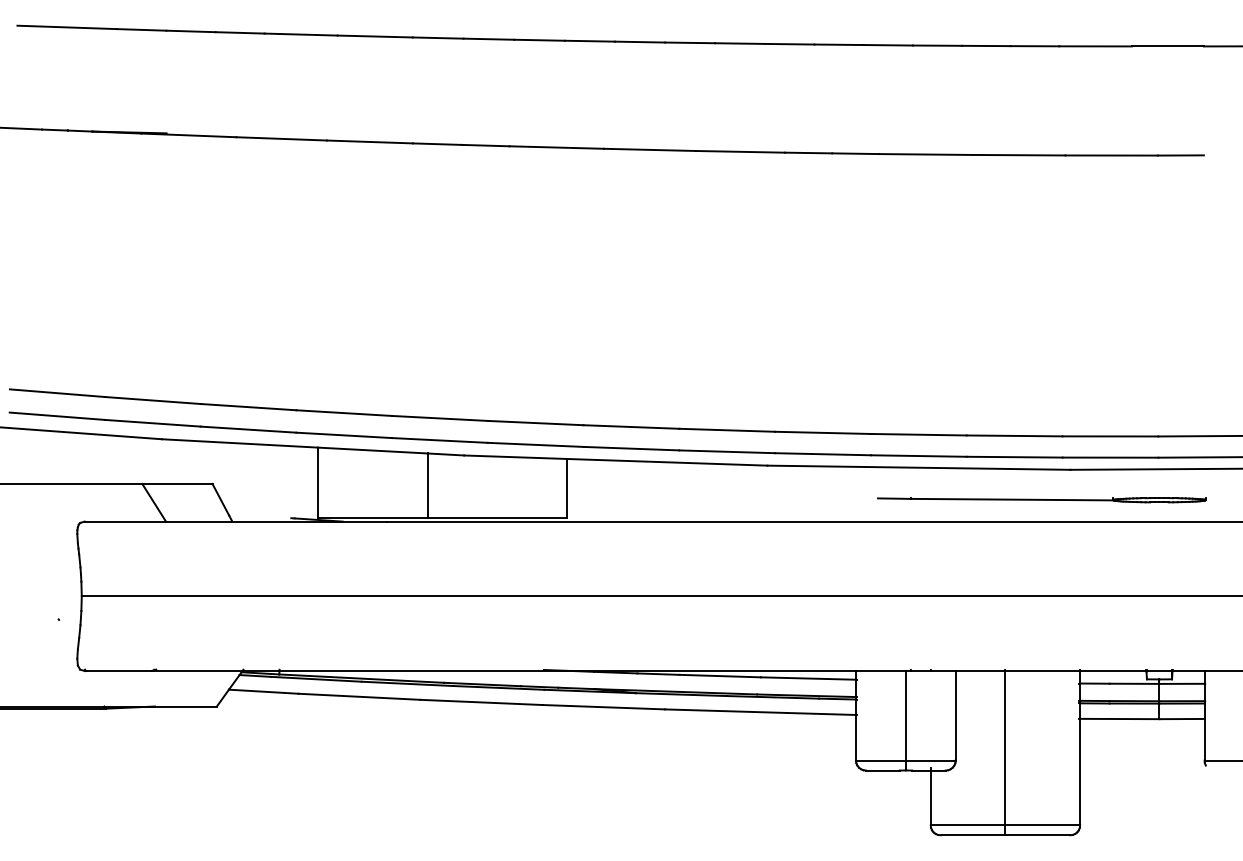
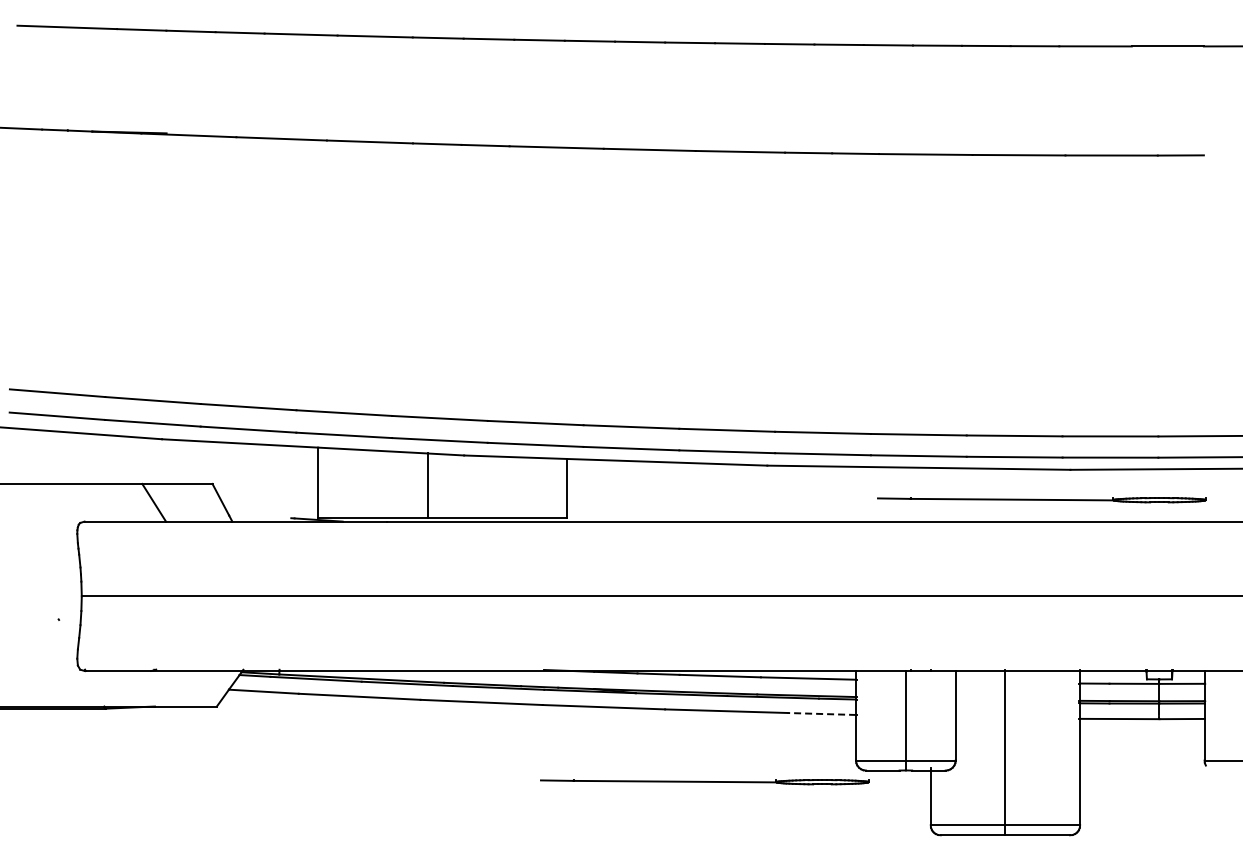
line at (821, 713): solid -> dashed
part at (704, 782): none -> present
